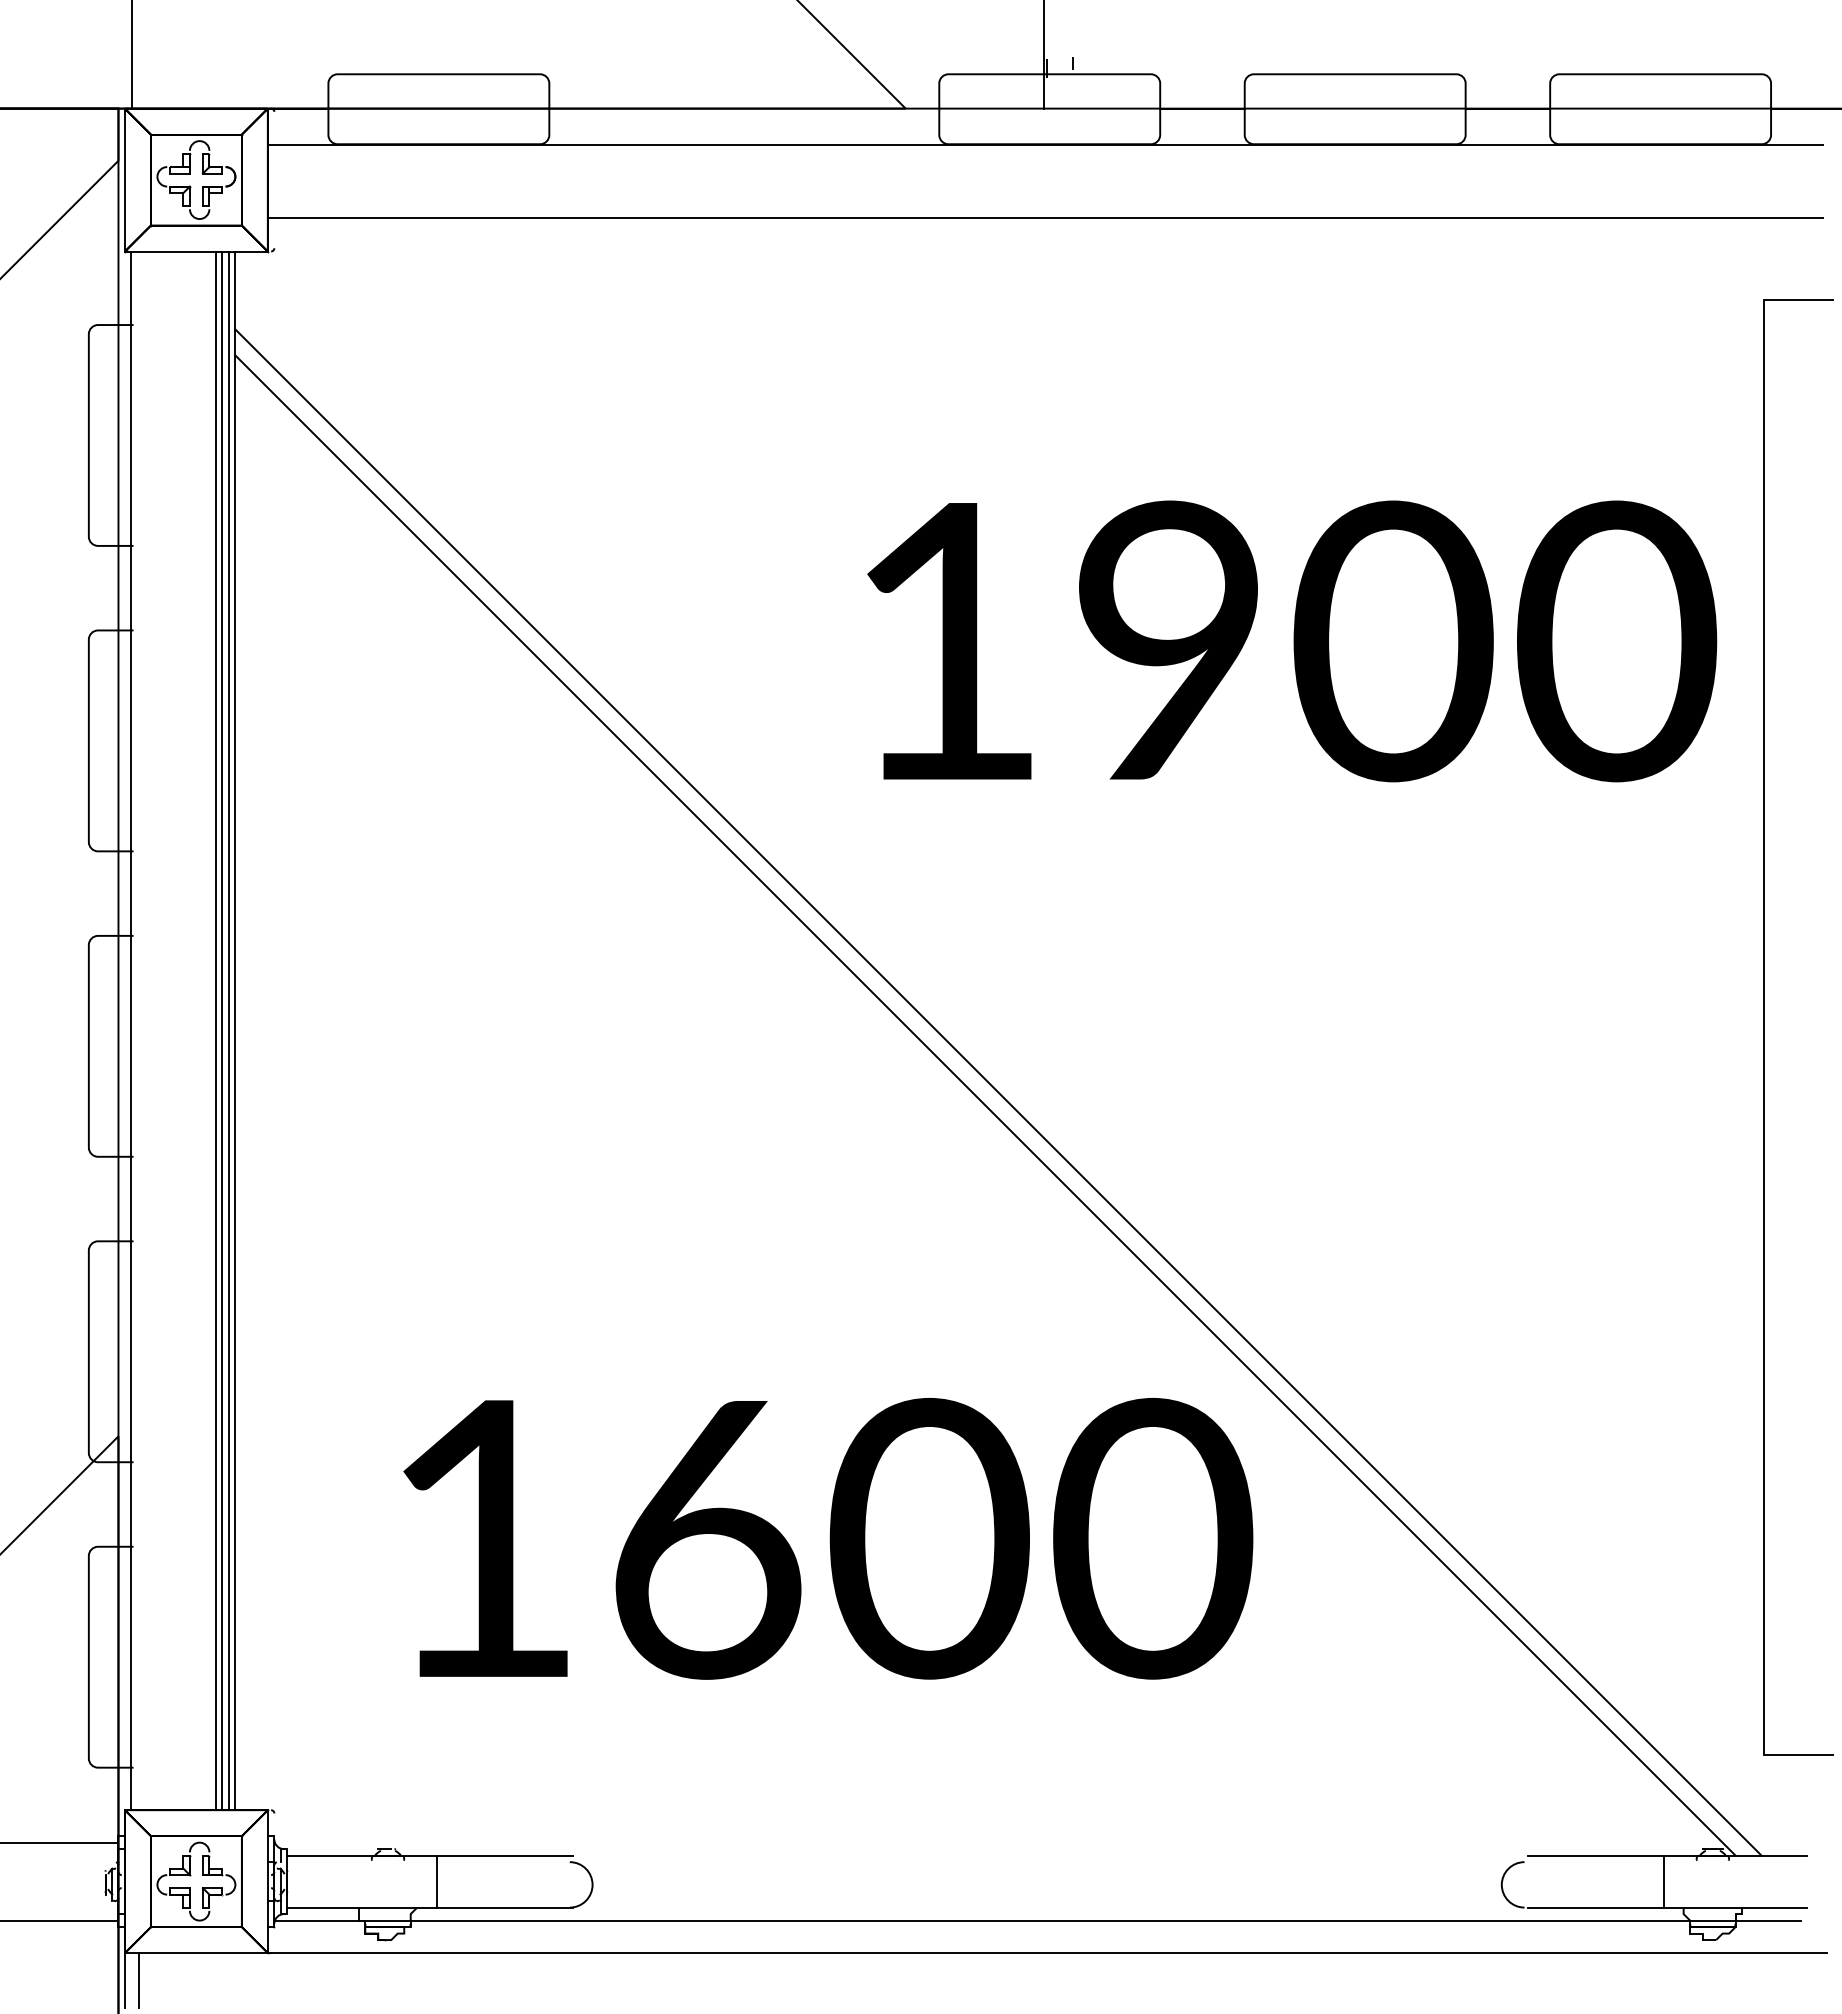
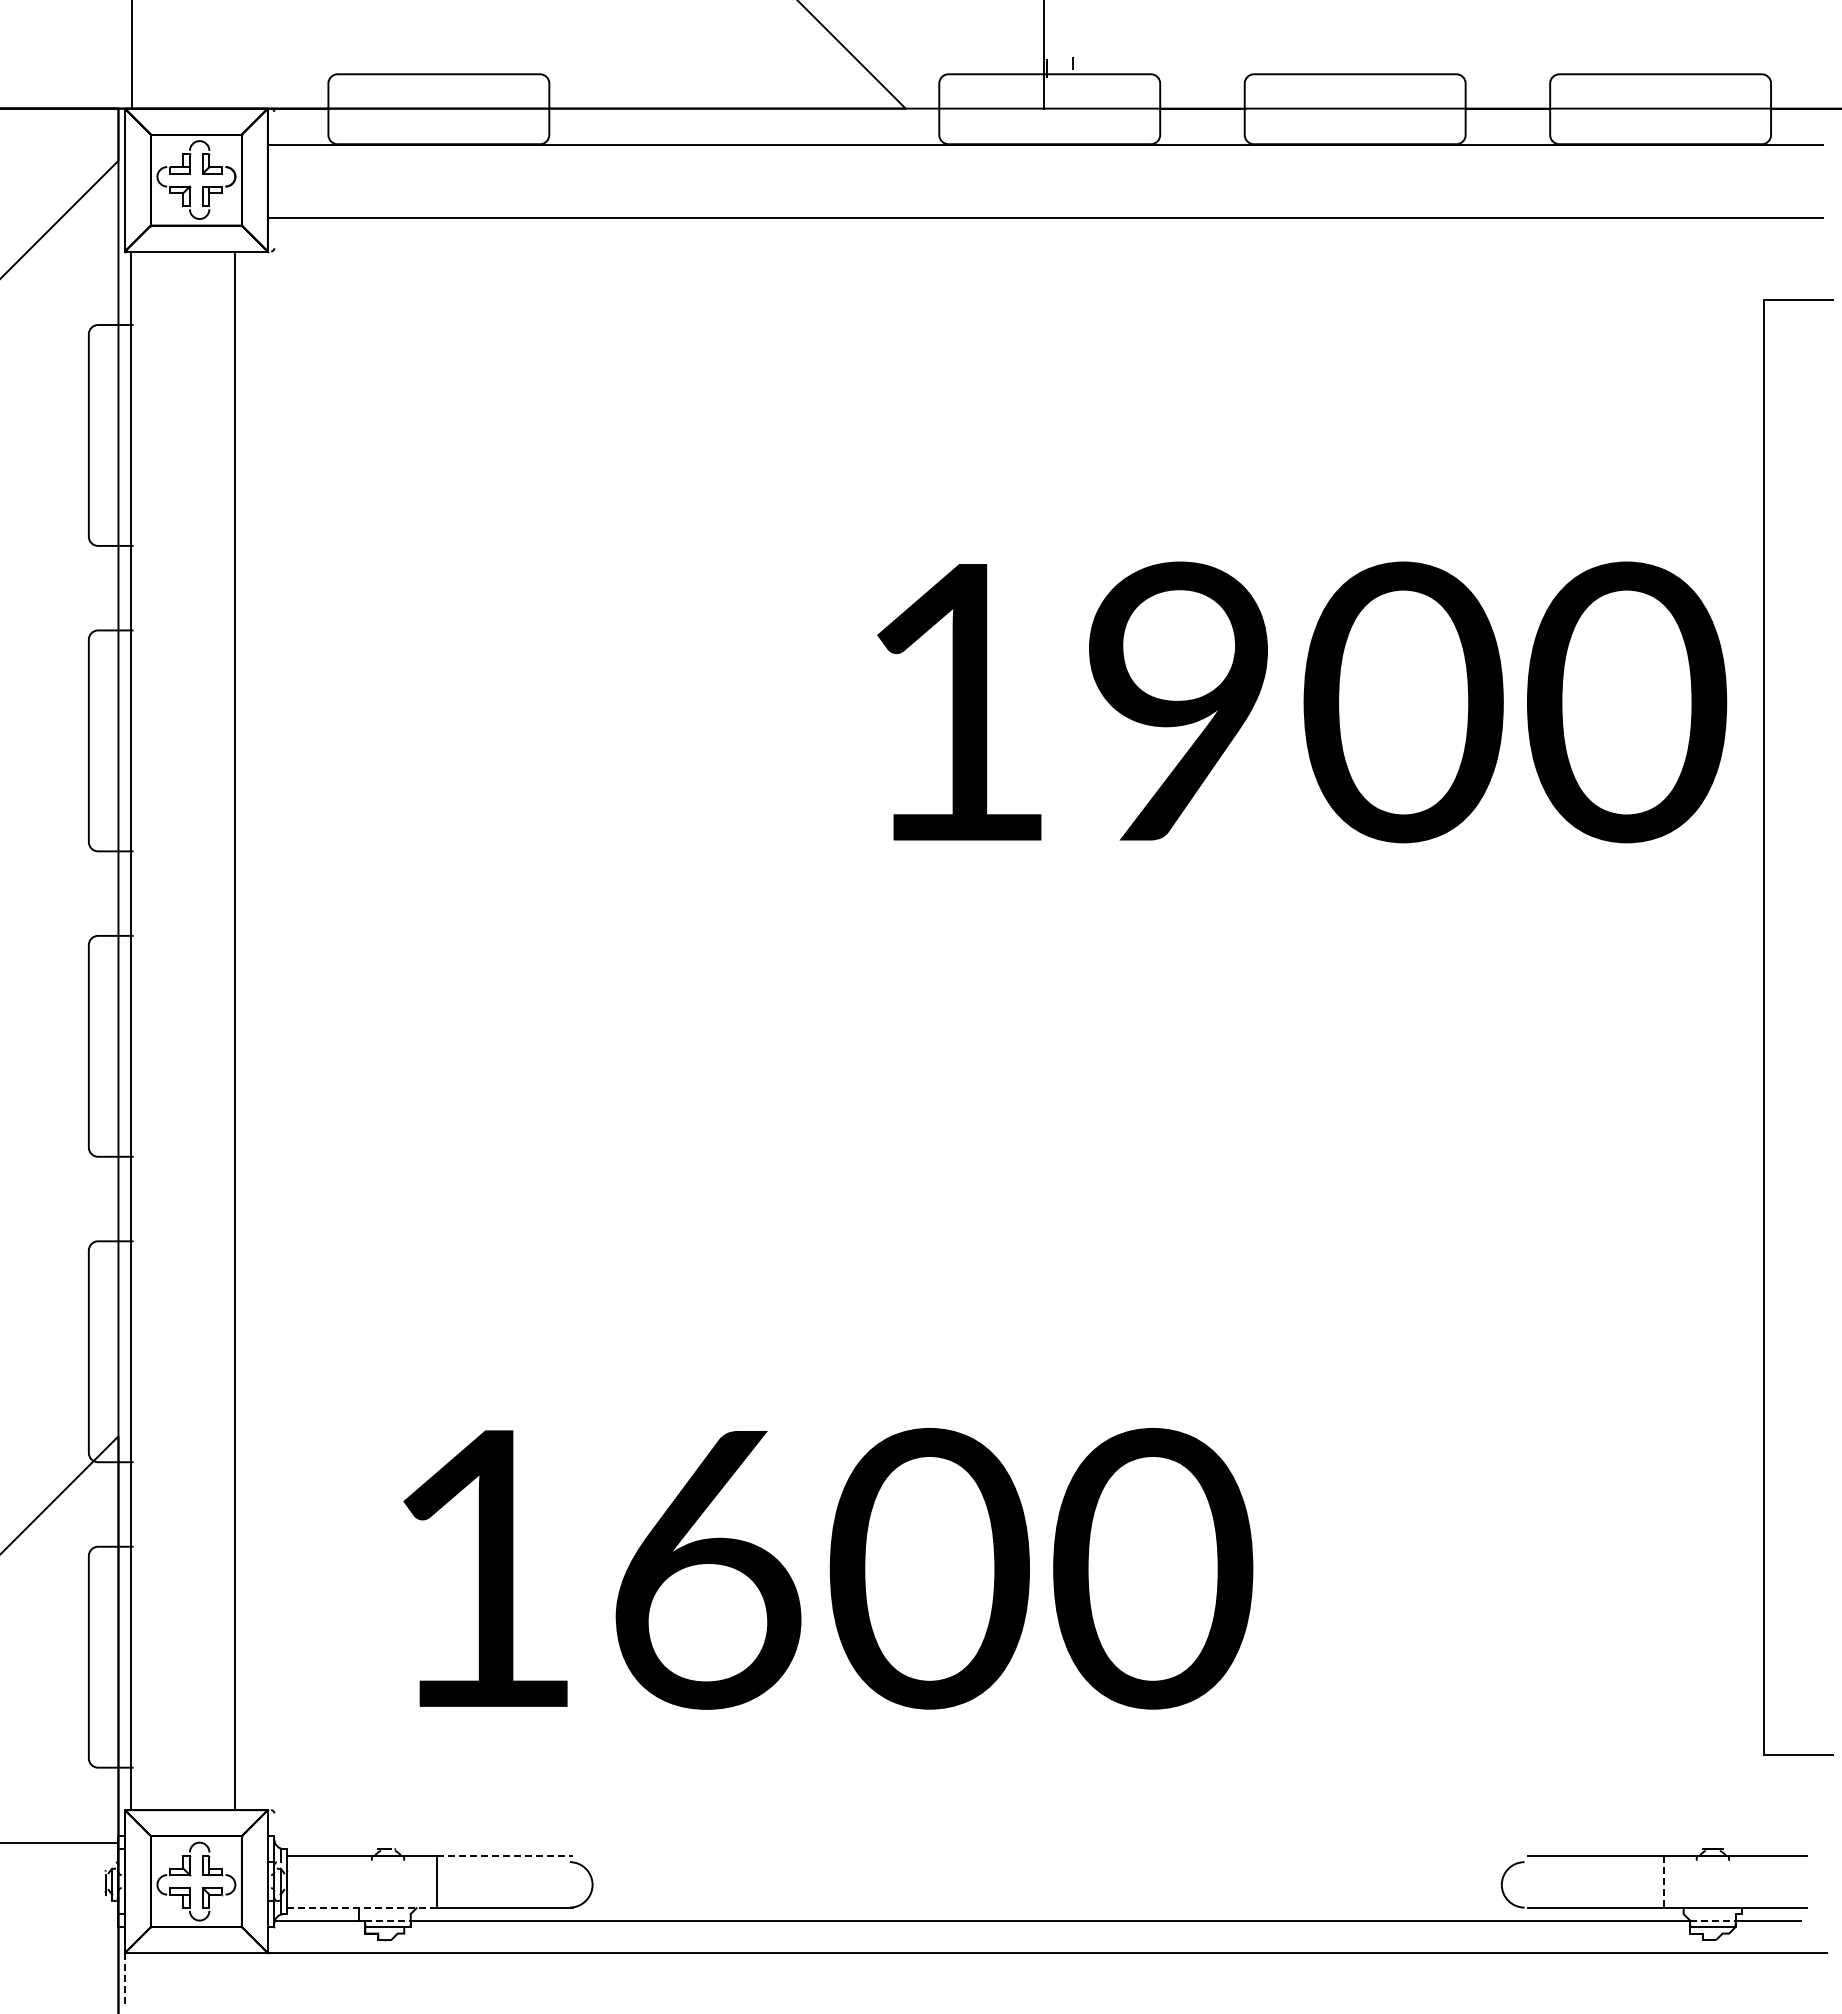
text at (1292, 641) position: (1292, 641) -> (1302, 702)
line at (215, 1030): present -> none
line at (222, 1030): present -> none
line at (228, 1030): present -> none
line at (998, 1092): present -> none
line at (985, 1105): present -> none
text at (828, 1538) position: (828, 1538) -> (828, 1568)
line at (505, 1855): solid -> dashed
line at (1664, 1881): solid -> dashed
line at (362, 1907): solid -> dashed
line at (60, 1920): present -> none
line at (388, 1920): solid -> dashed
line at (1712, 1920): solid -> dashed
line at (124, 1980): solid -> dashed
line at (138, 1980): present -> none
